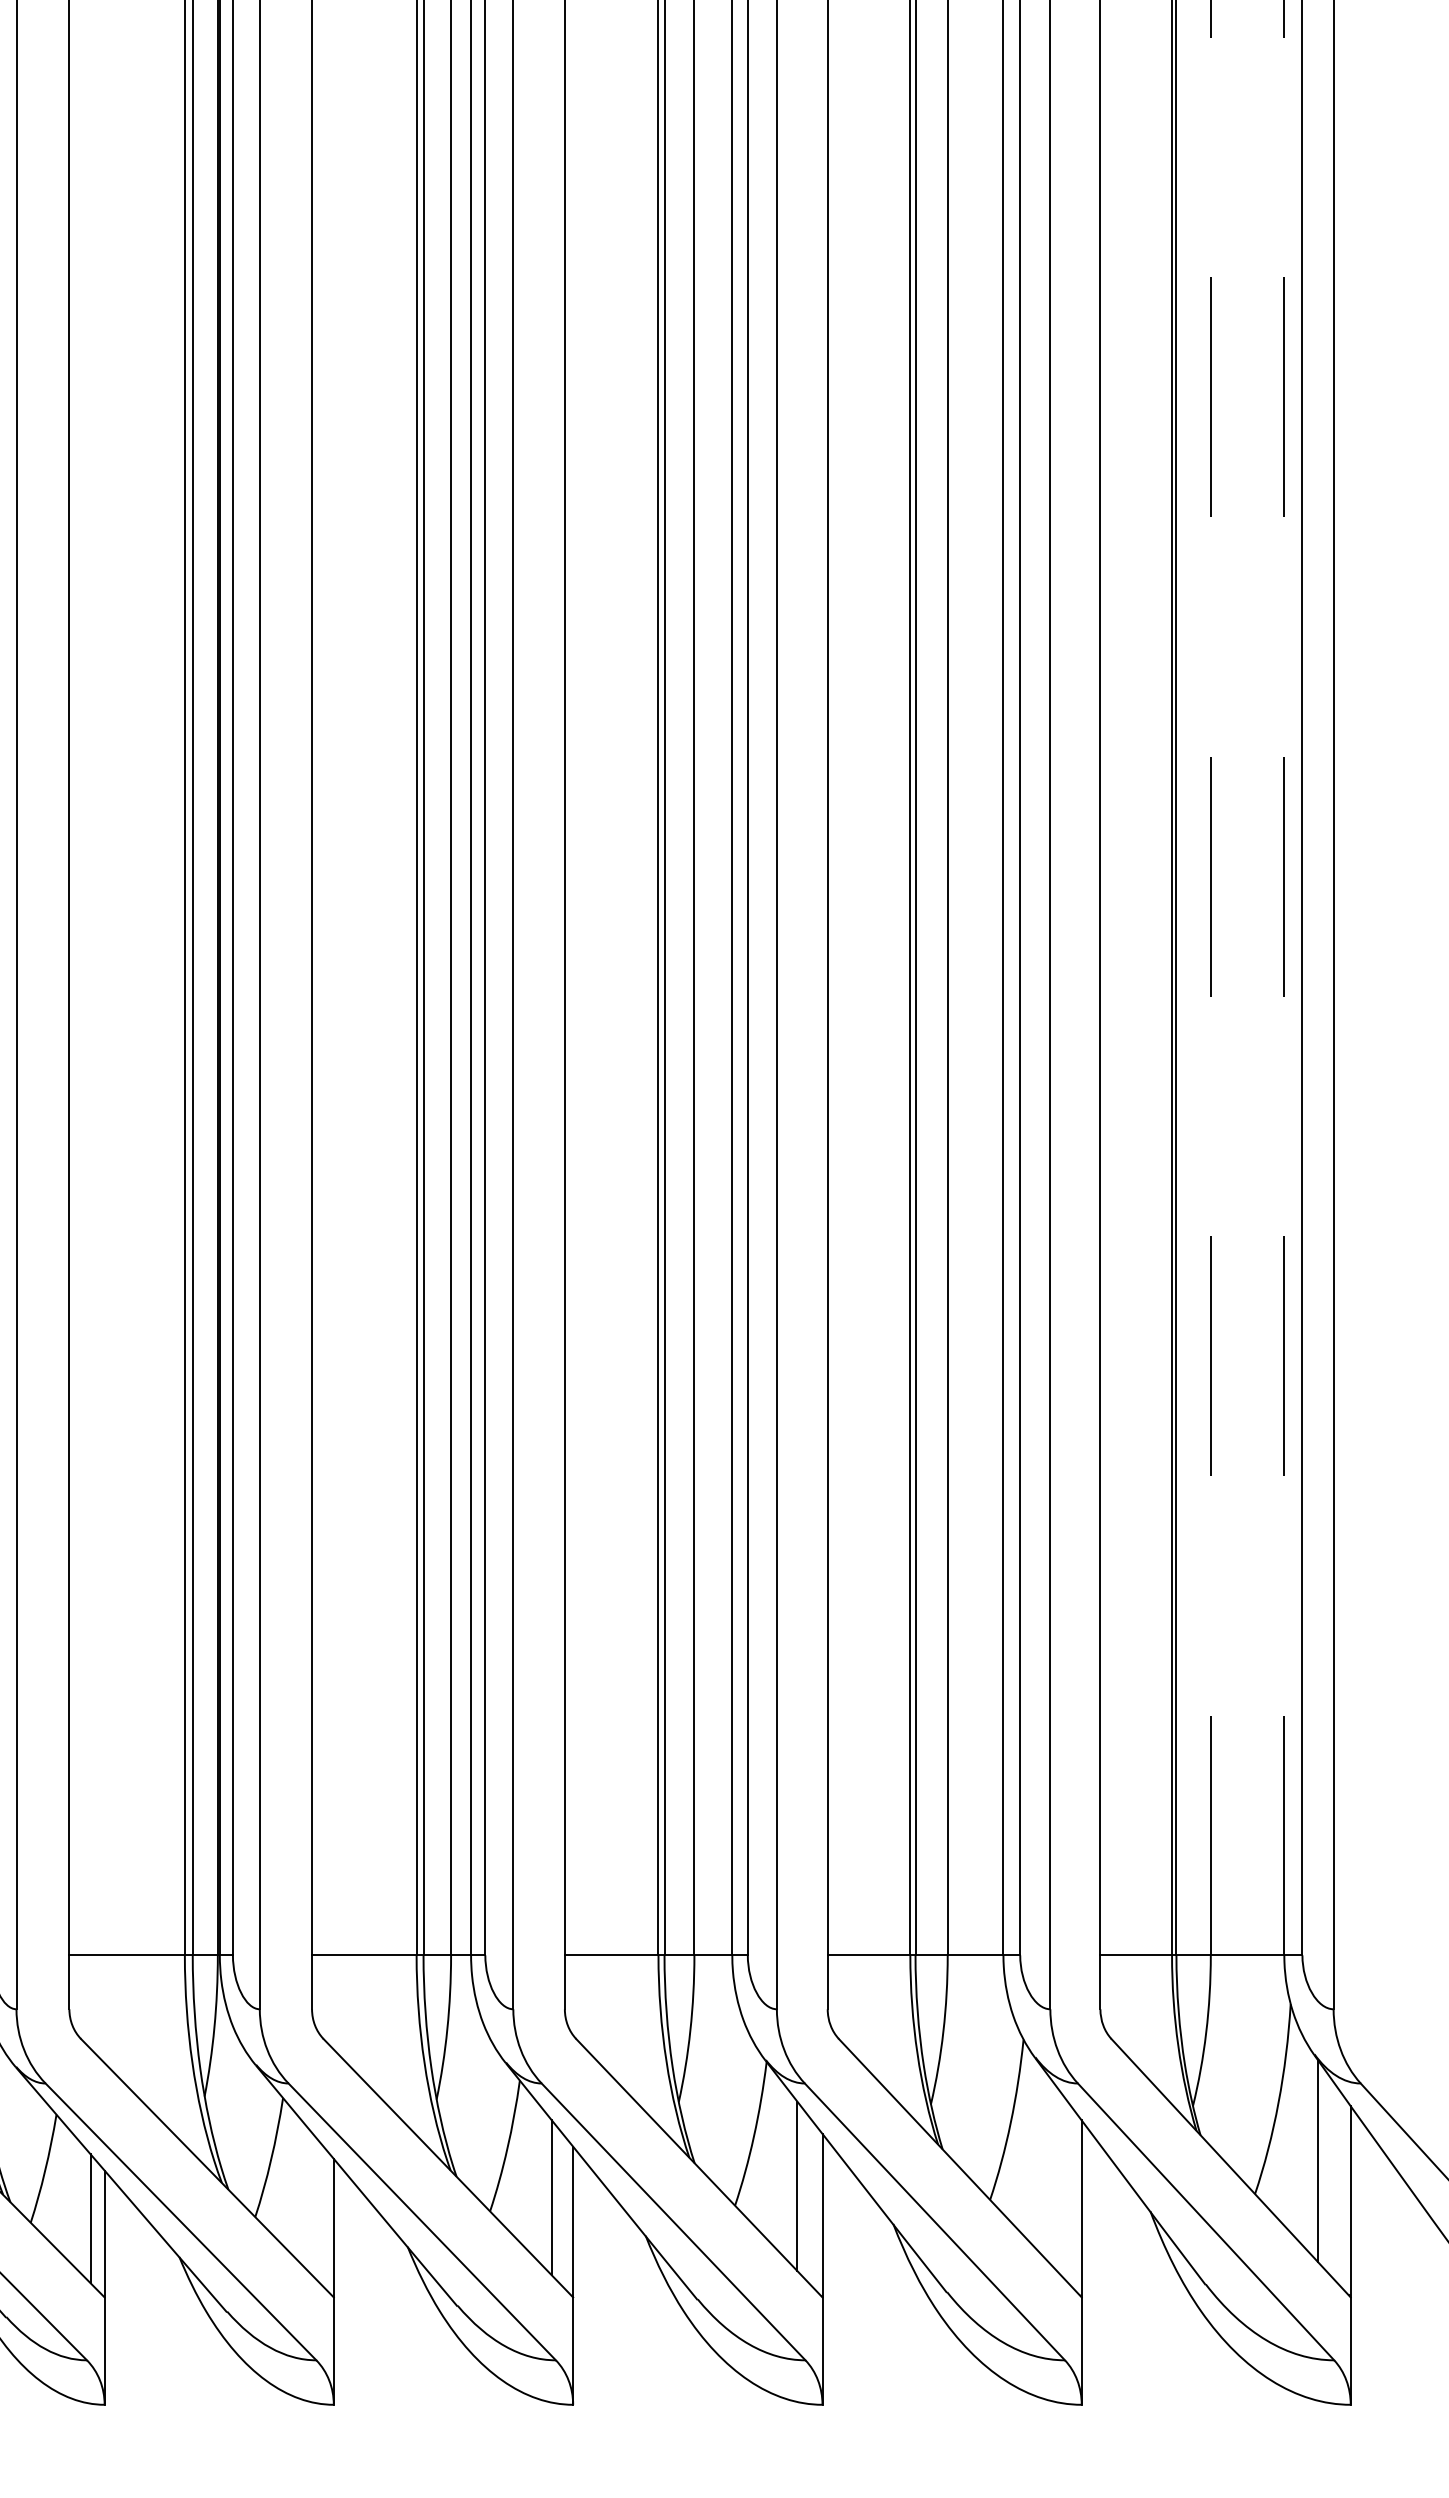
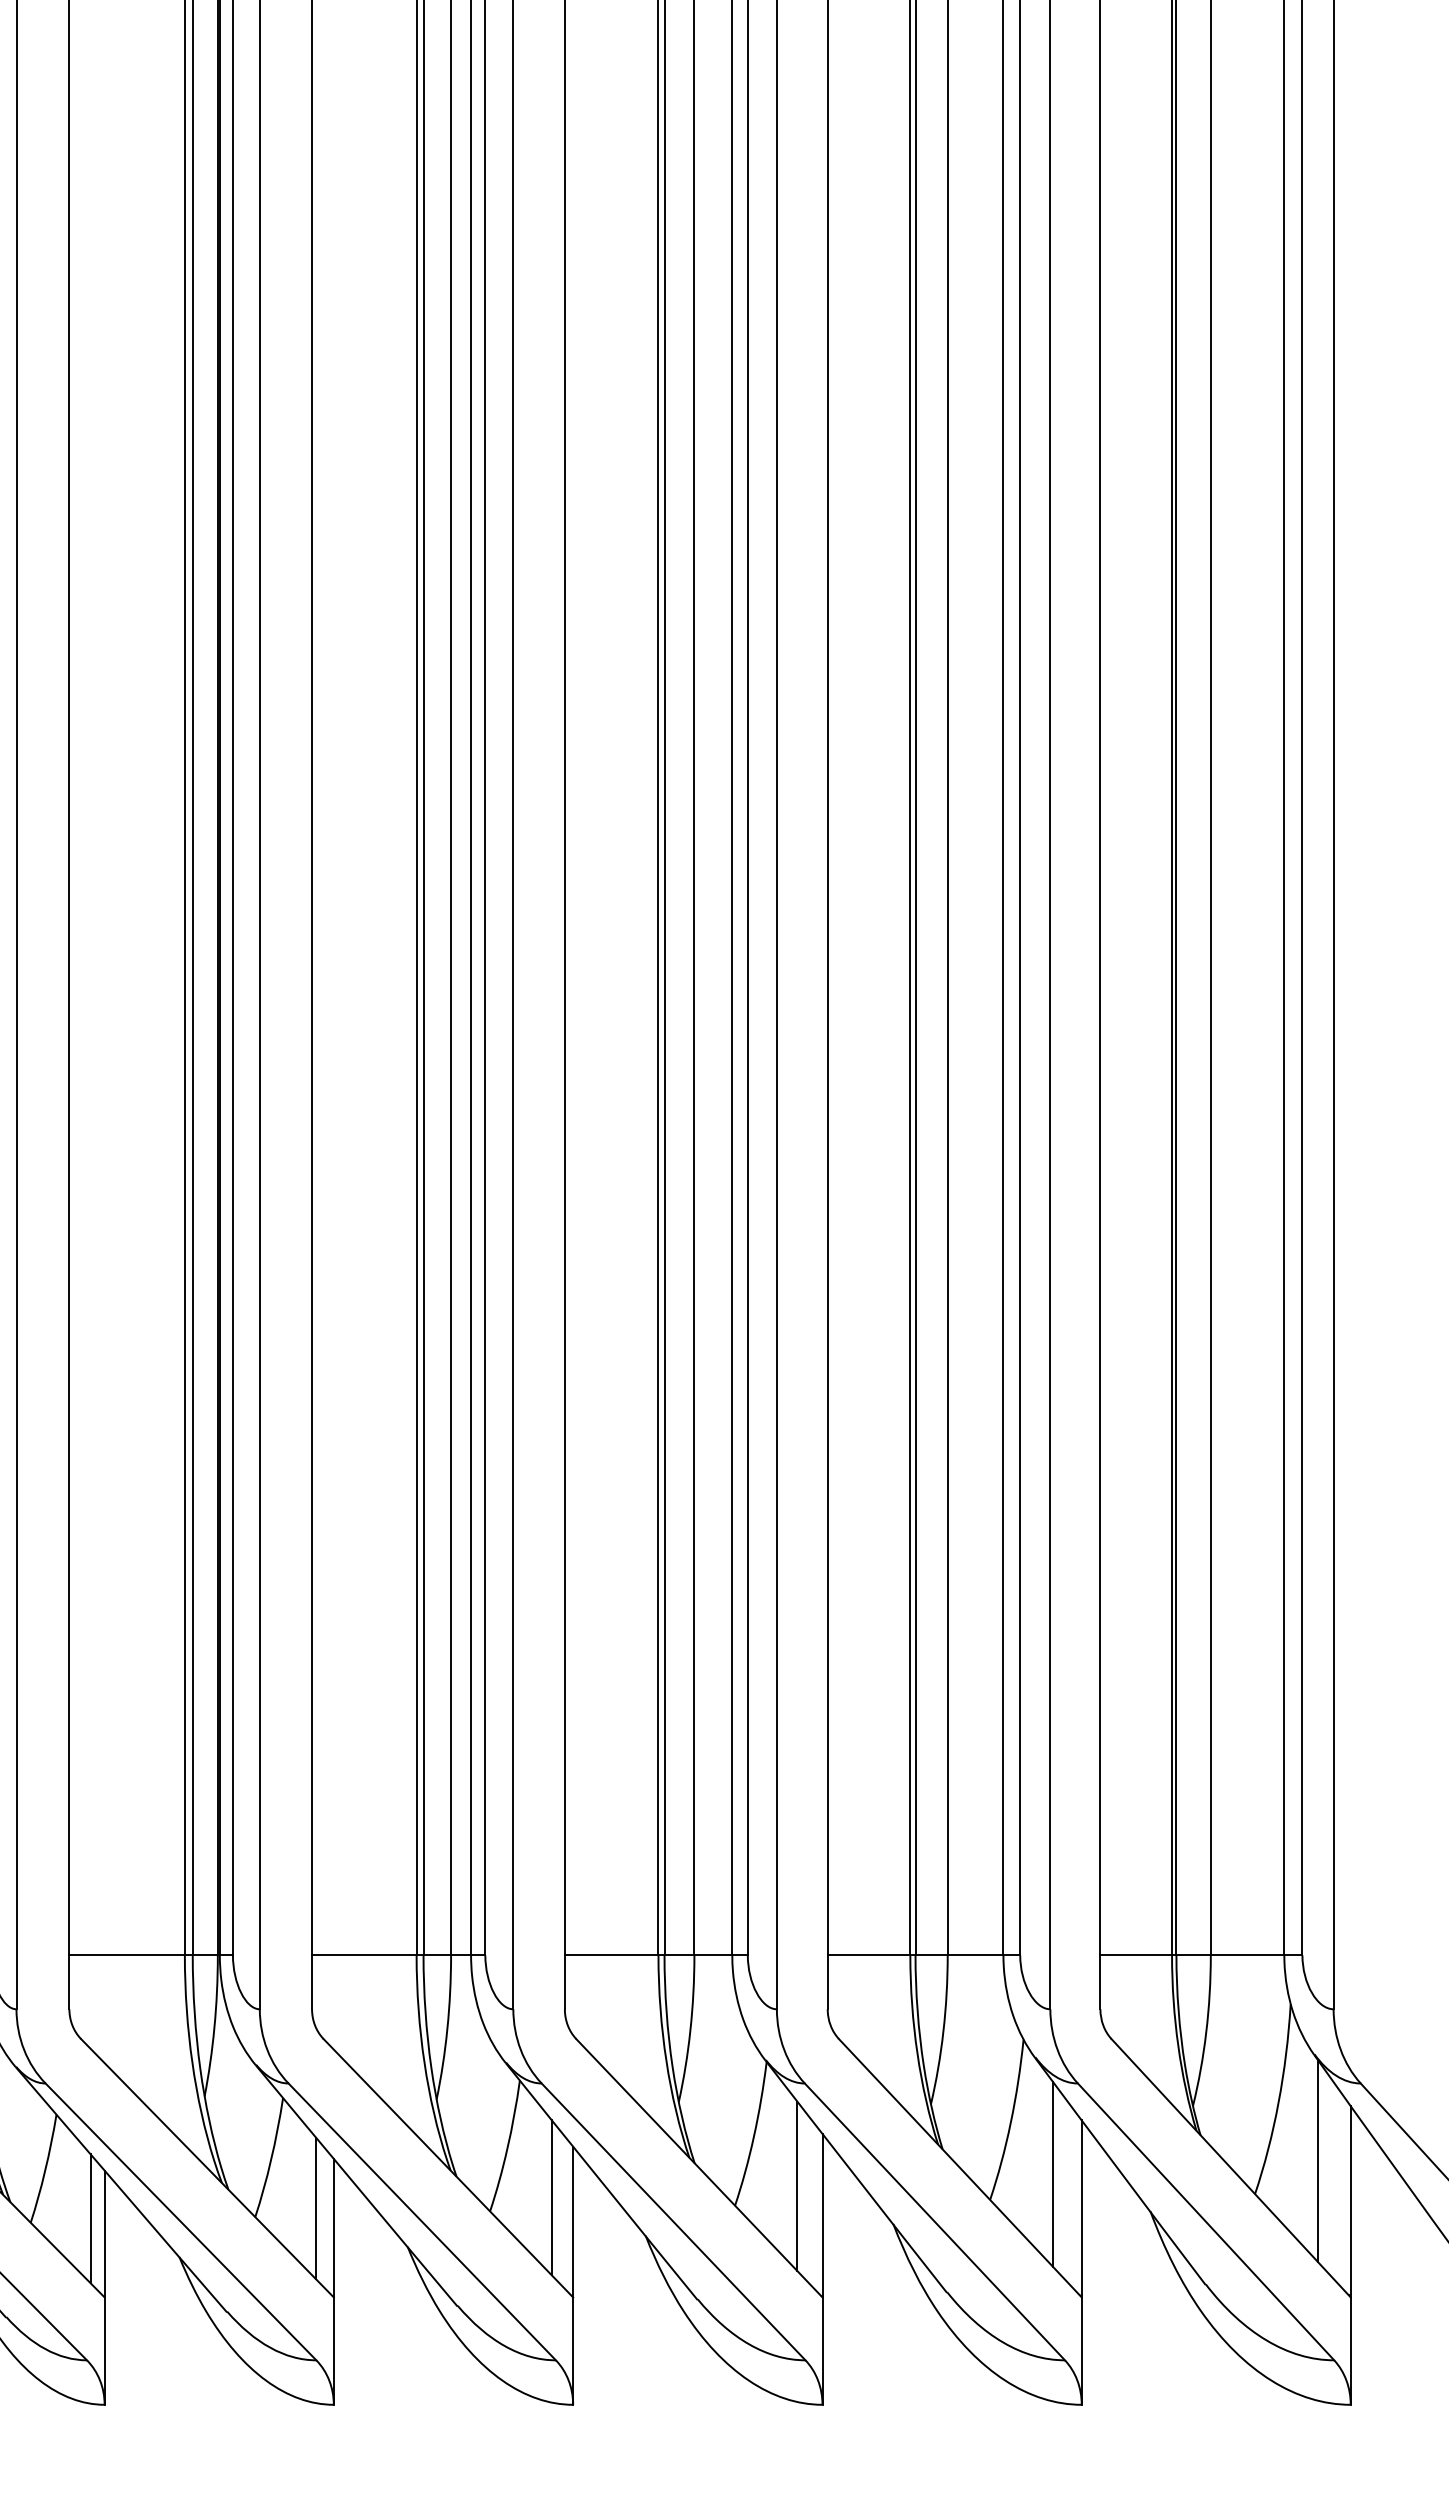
line at (1210, 977): dashed -> solid
line at (1284, 977): dashed -> solid
line at (1052, 2173): none -> present
line at (316, 2208): none -> present
